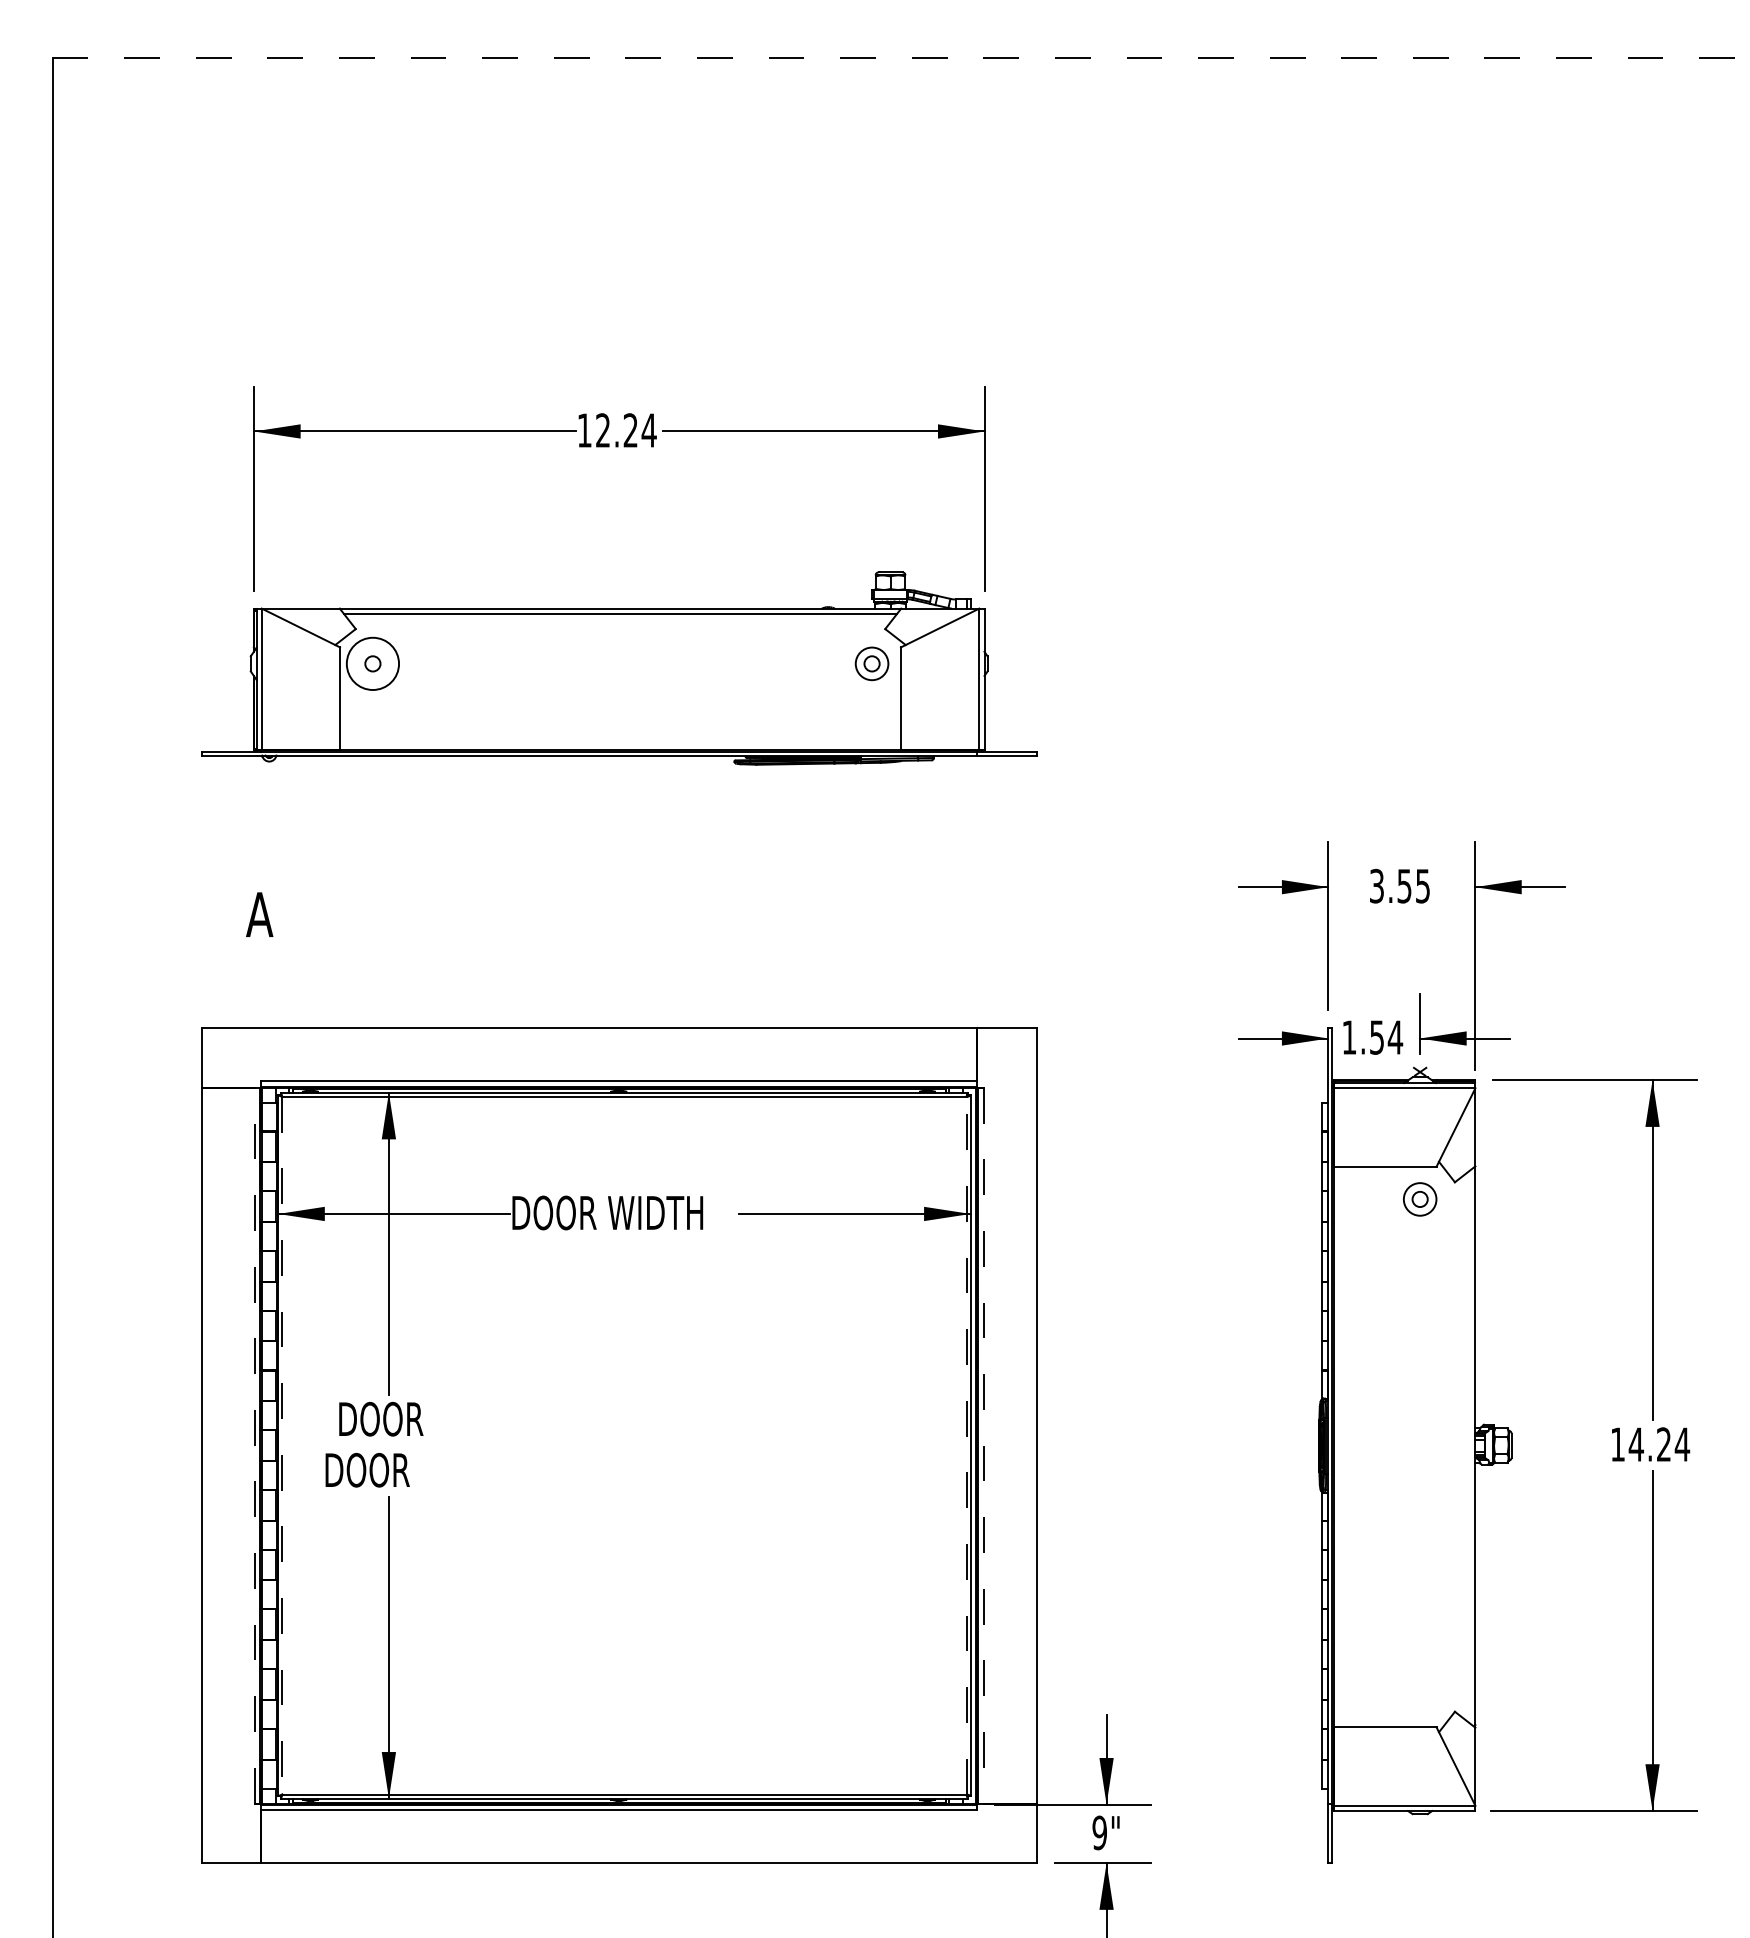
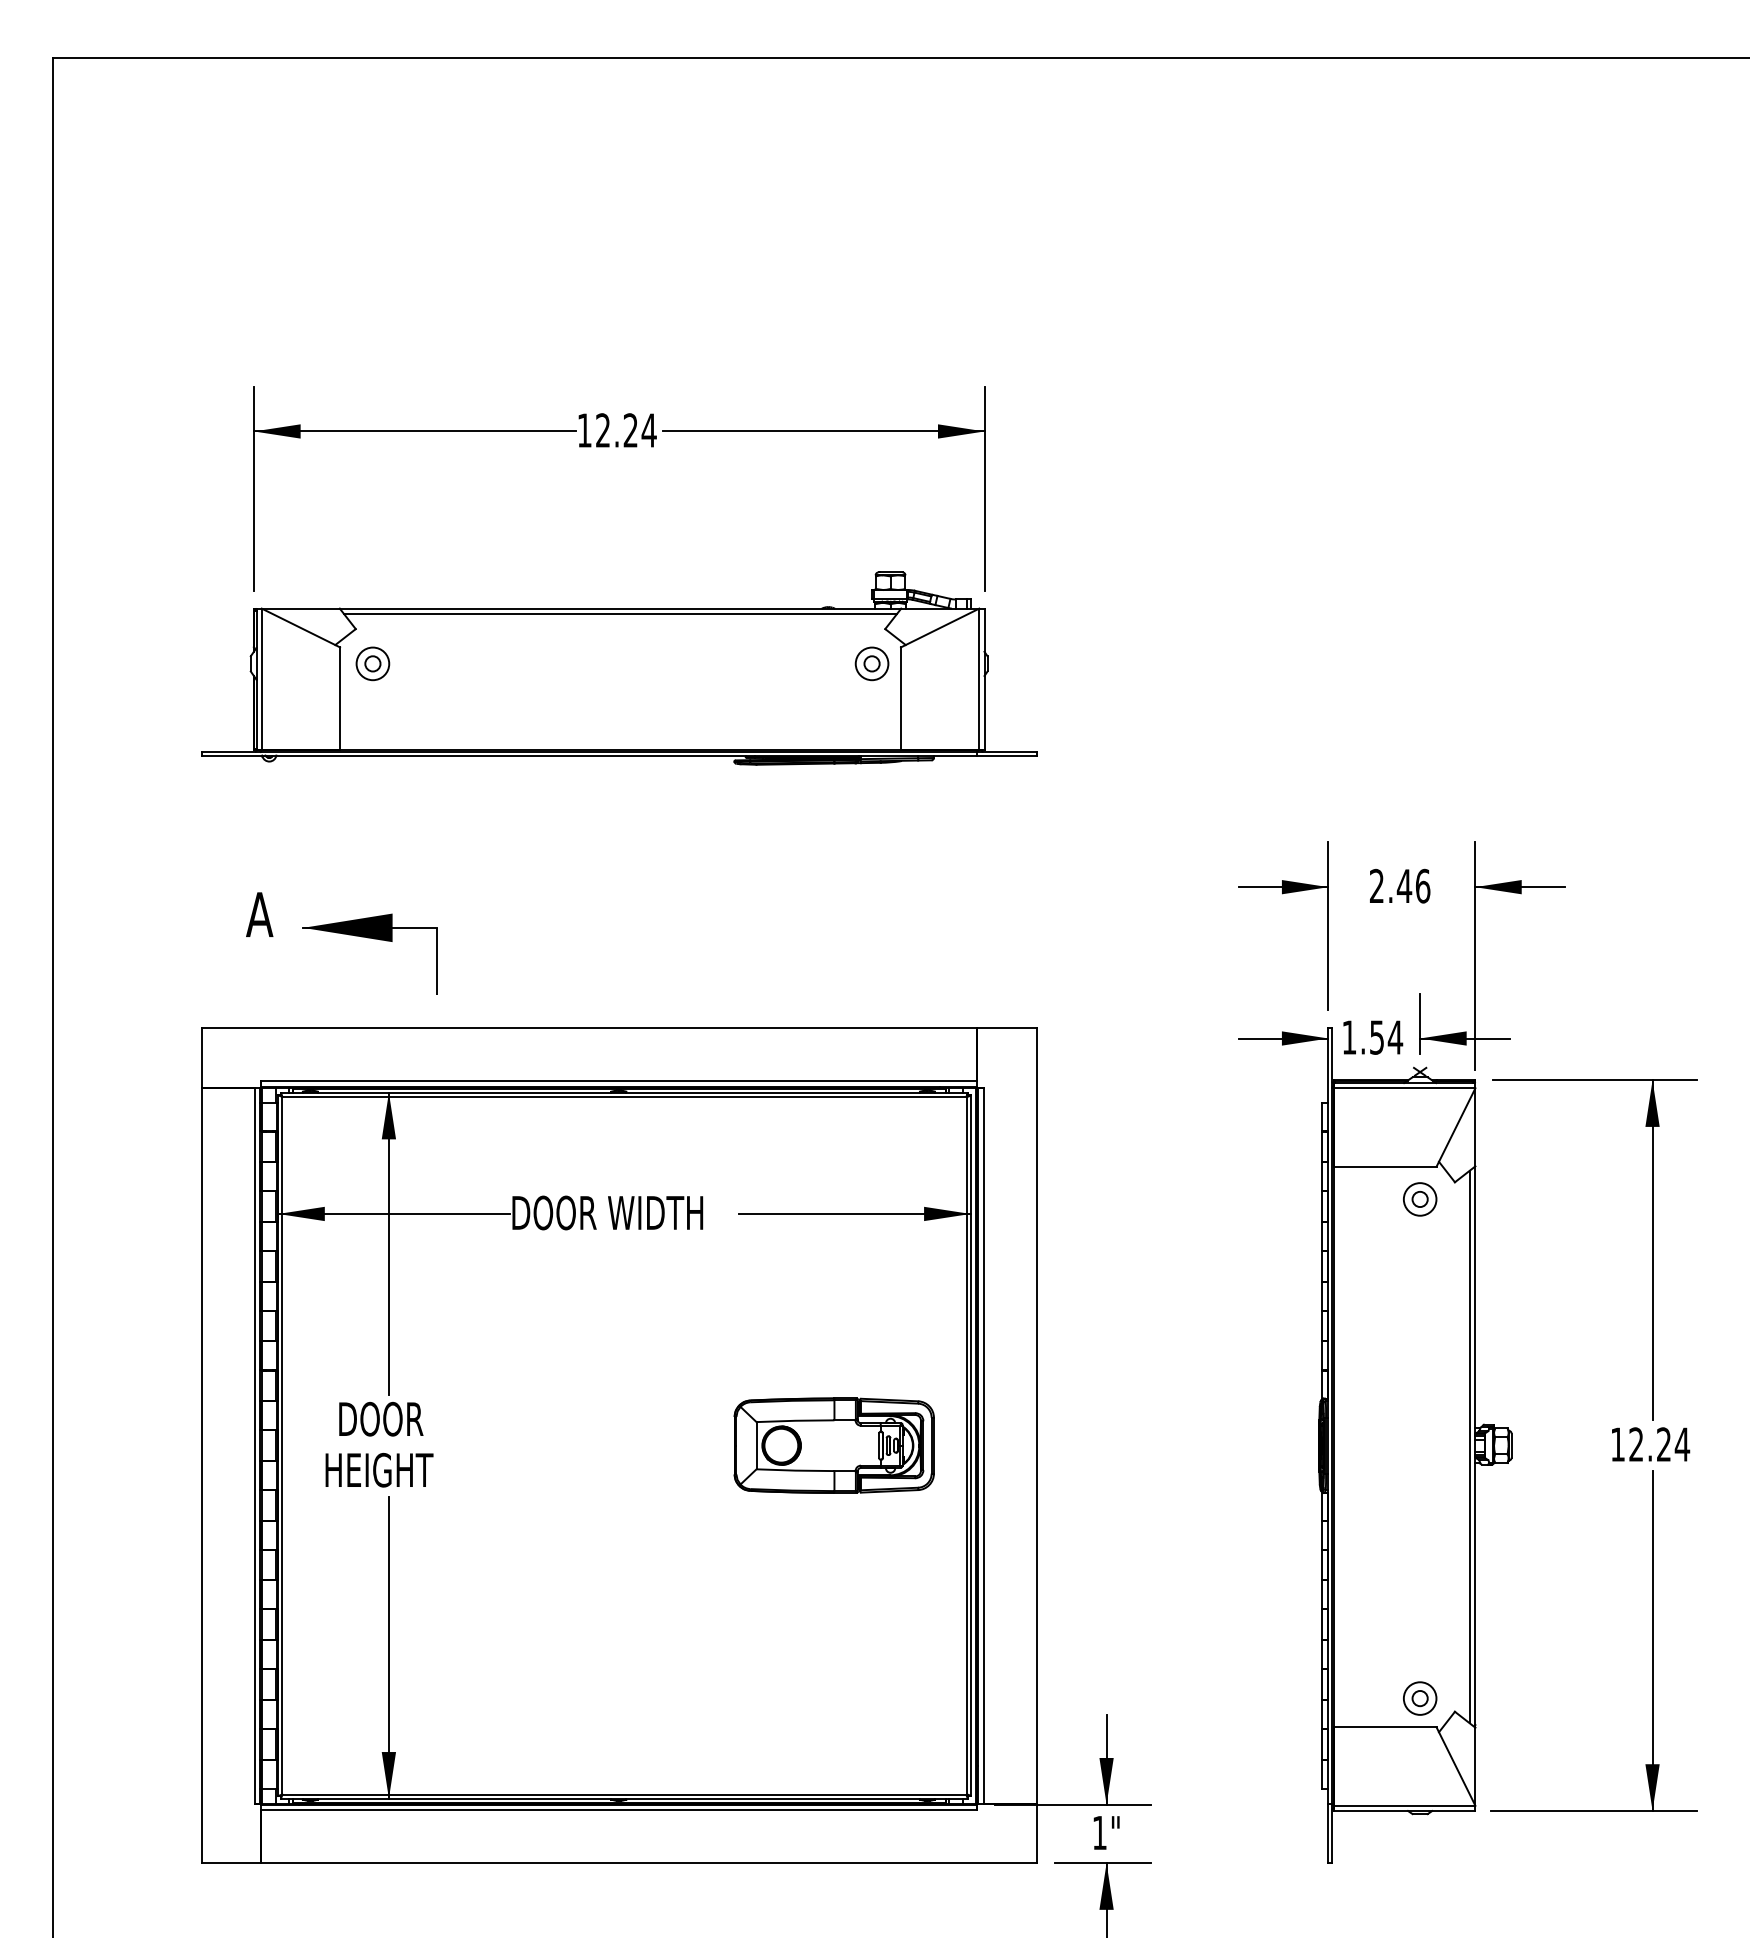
line at (901, 58): dashed -> solid
circle at (372, 663) diameter: 52 px -> 33 px
text at (1400, 885): 3.55 -> 2.46
part at (373, 939): none -> present
text at (1635, 1444): 14.24 -> 12.24
line at (254, 1445): dashed -> solid
line at (282, 1445): dashed -> solid
part at (833, 1445): none -> present
line at (966, 1445): dashed -> solid
line at (983, 1445): dashed -> solid
line at (1469, 1446): none -> present
text at (380, 1469): DOOR -> HEIGHT
part at (1420, 1698): none -> present
text at (1099, 1832): 9" -> 1"
